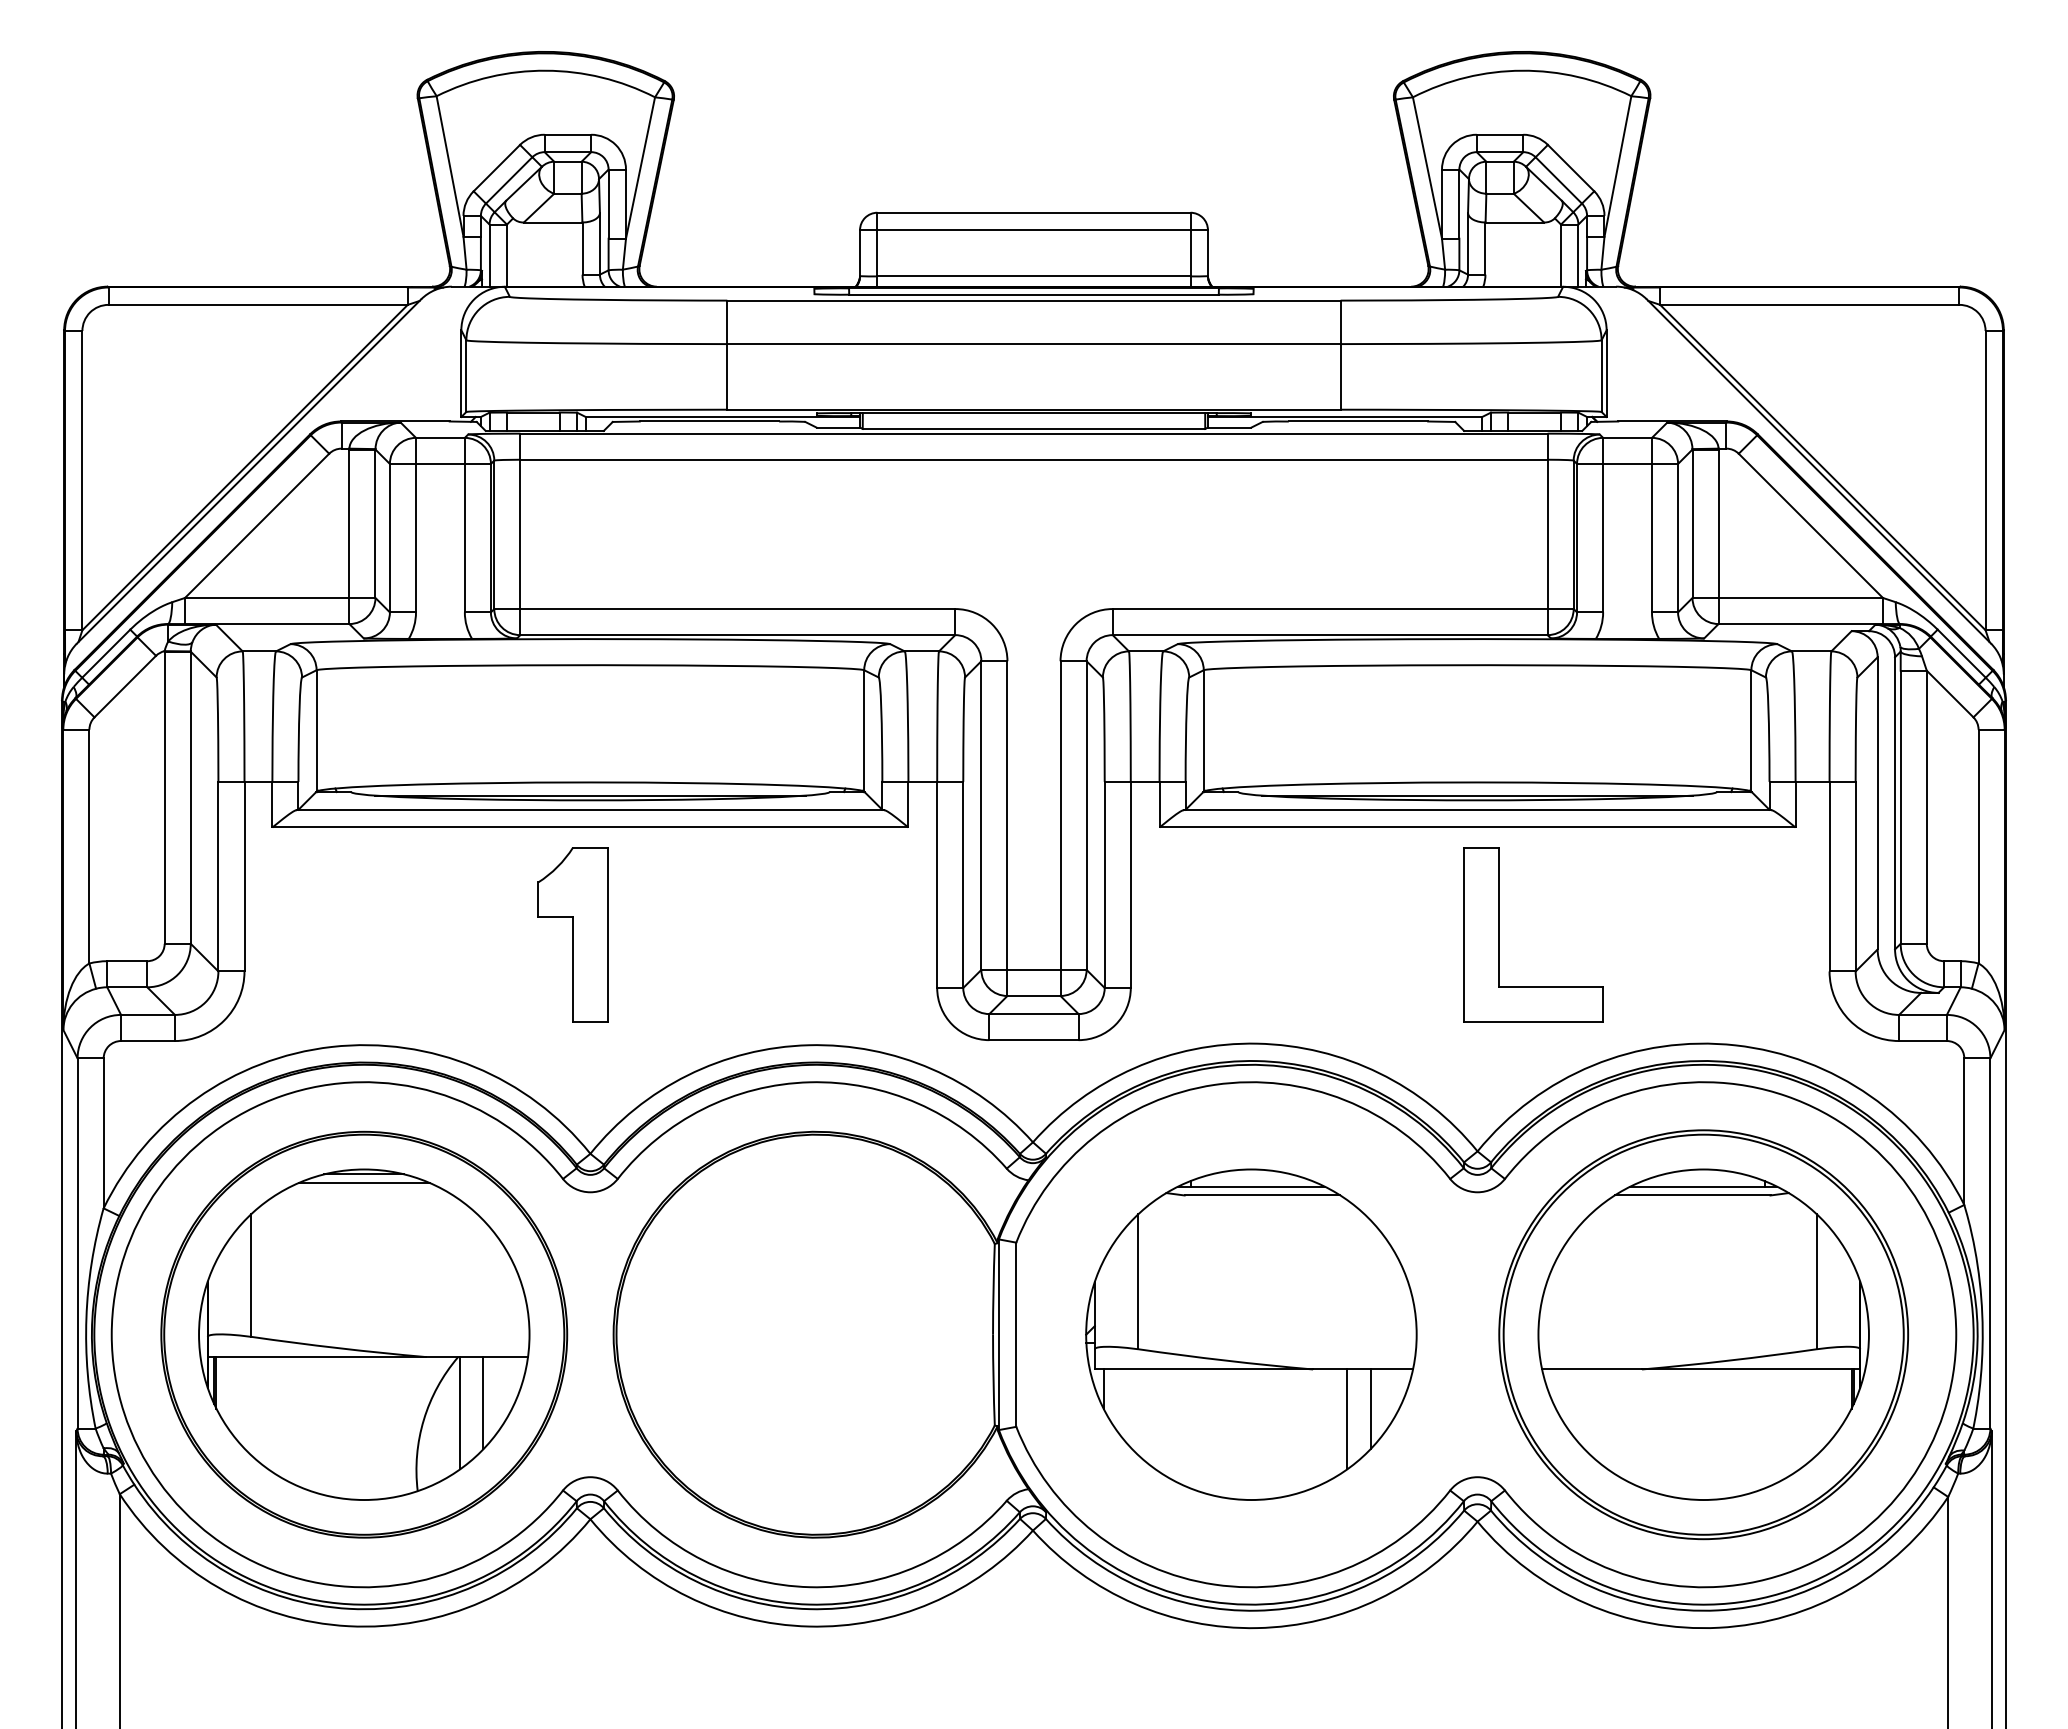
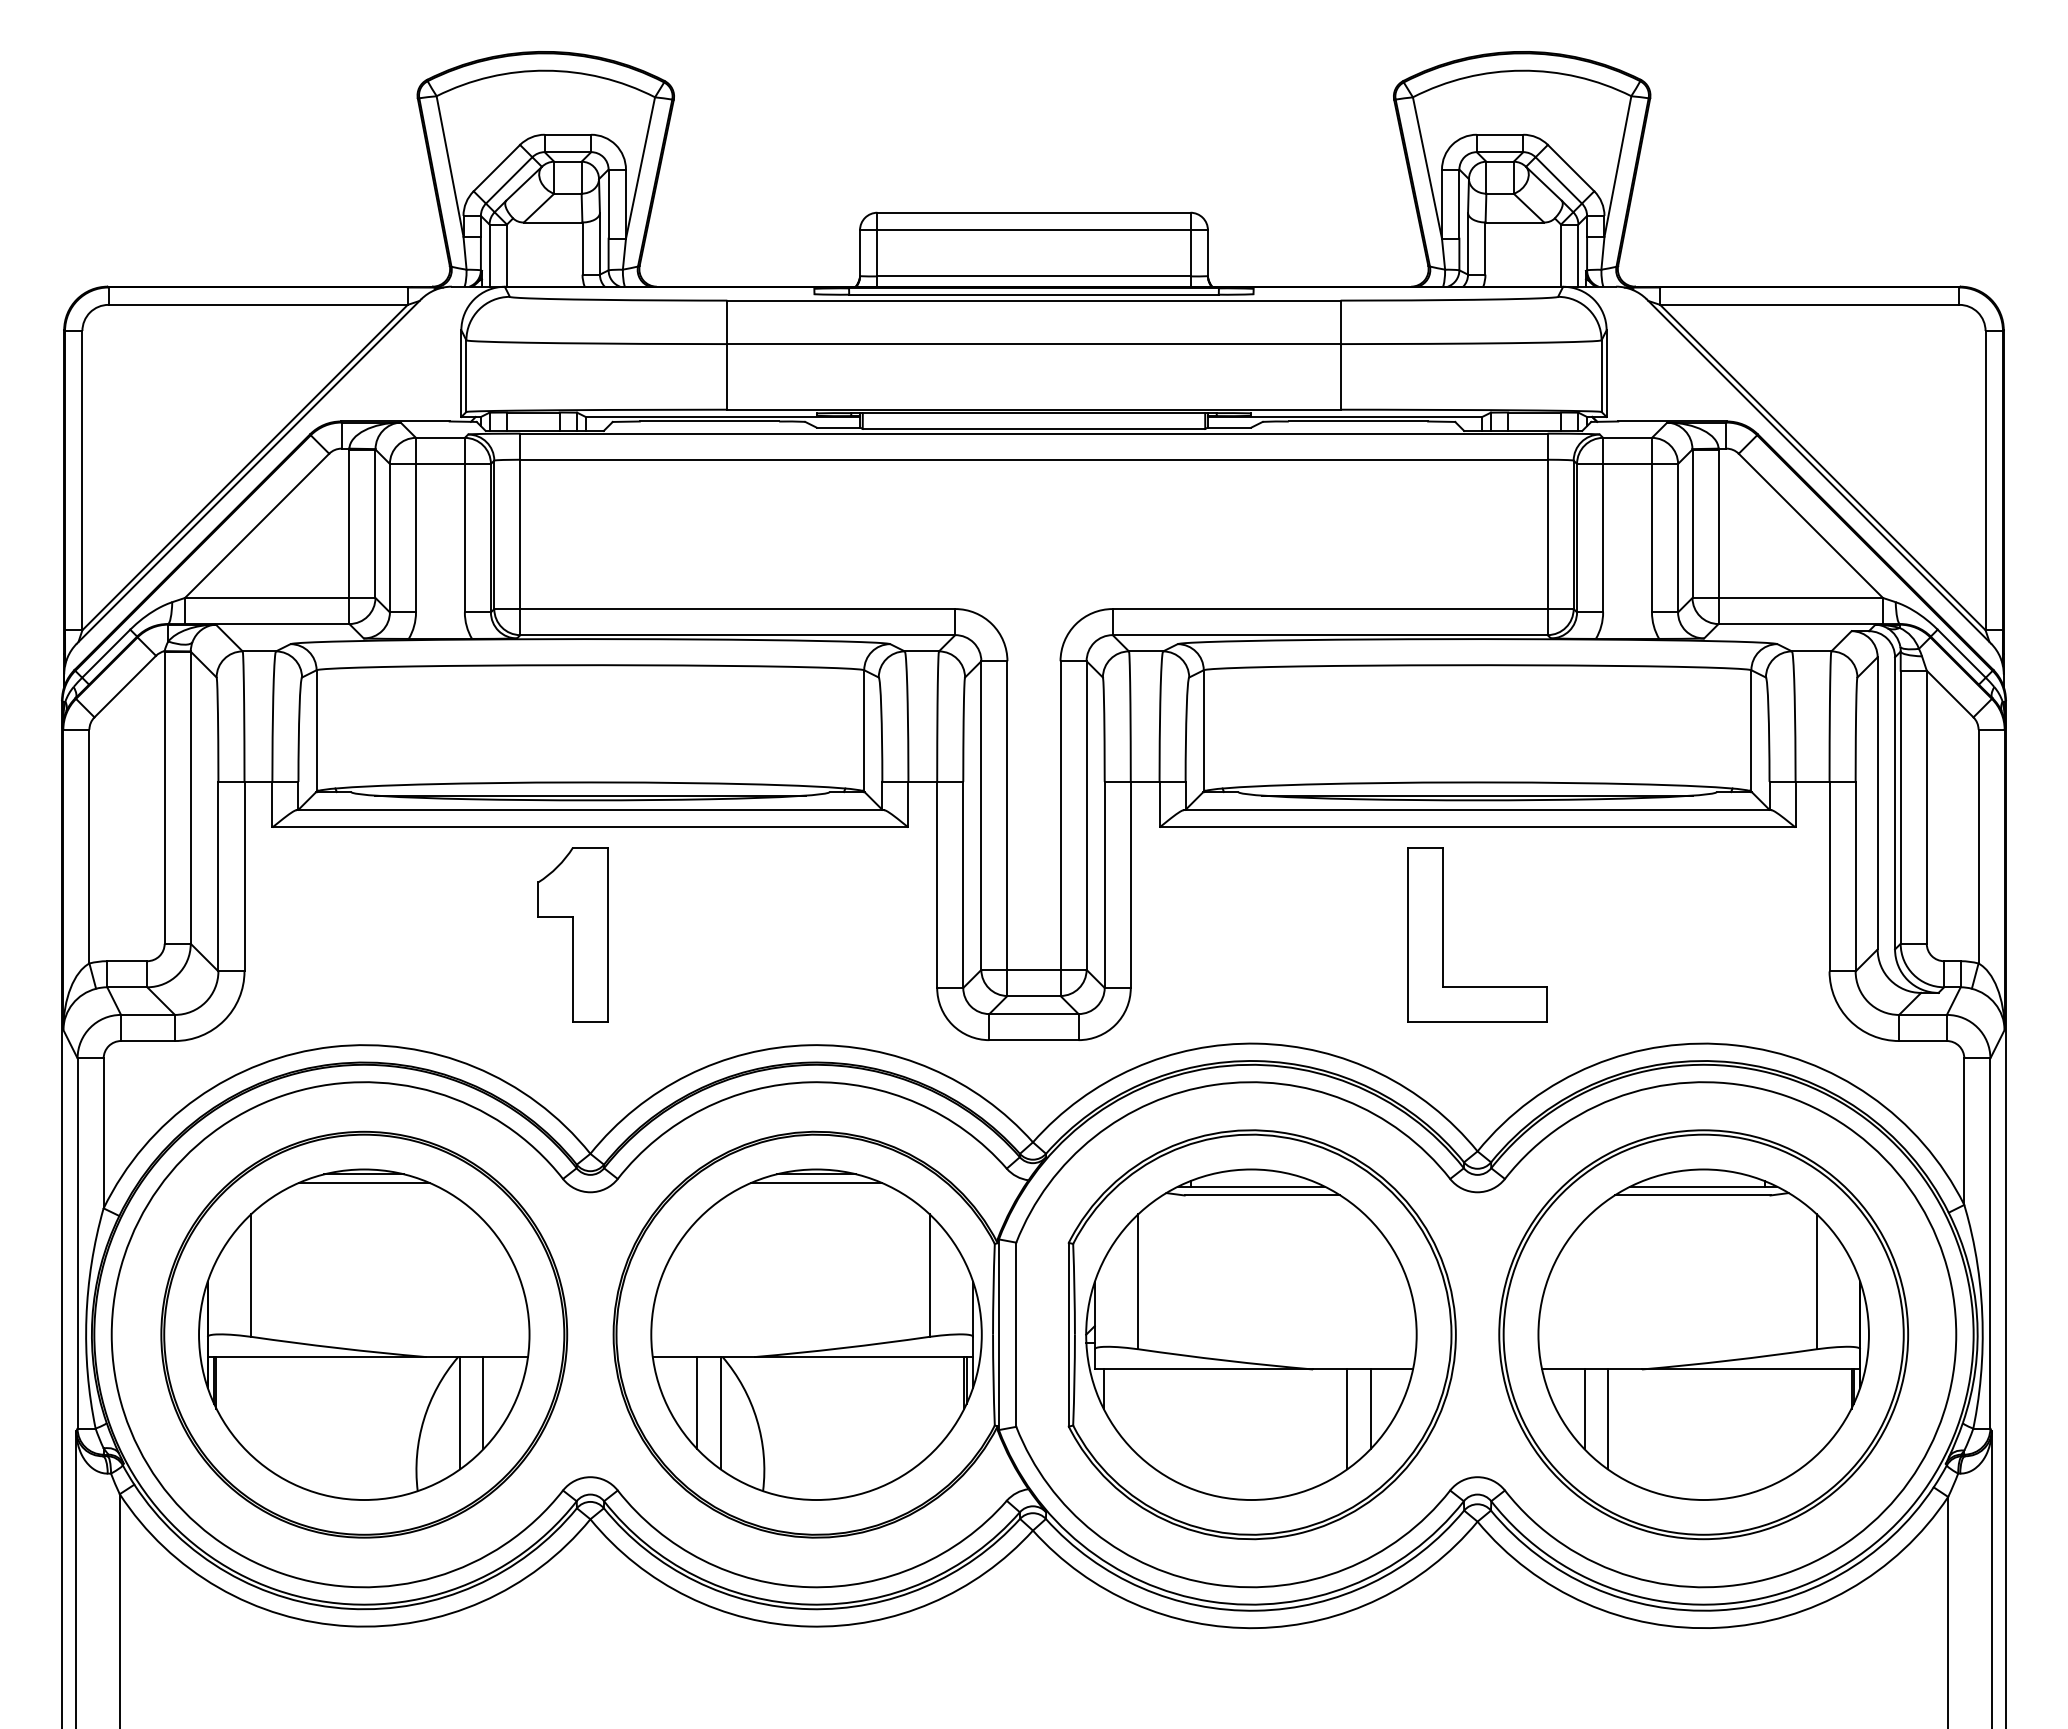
part at (1499, 934) position: (1499, 934) -> (1443, 934)
part at (816, 1334): none -> present
part at (1261, 1334): none -> present
line at (1584, 1409): none -> present
line at (1608, 1419): none -> present
